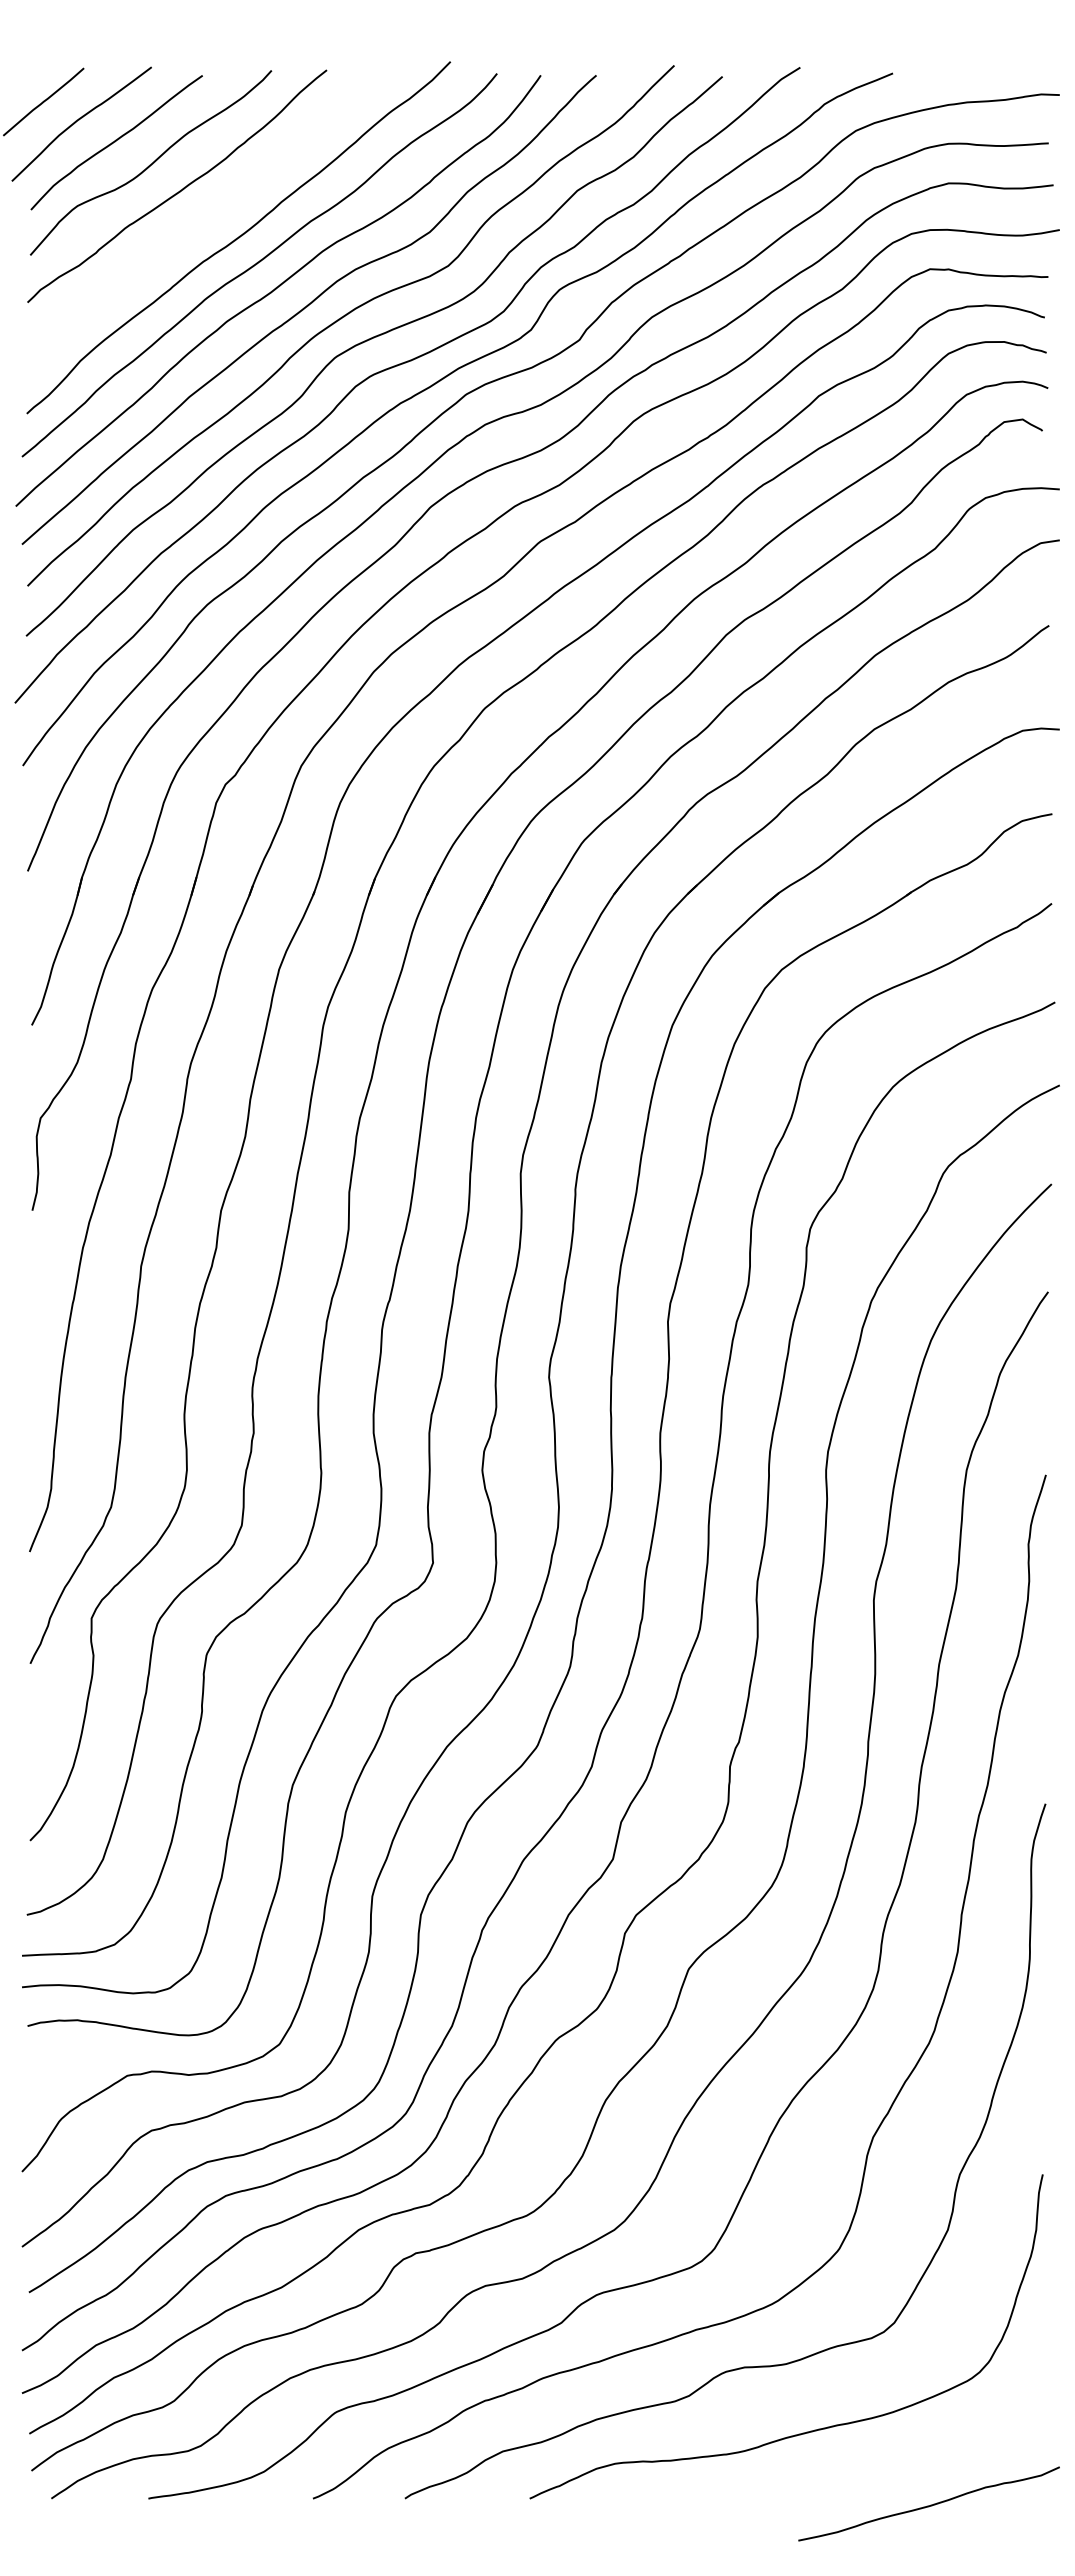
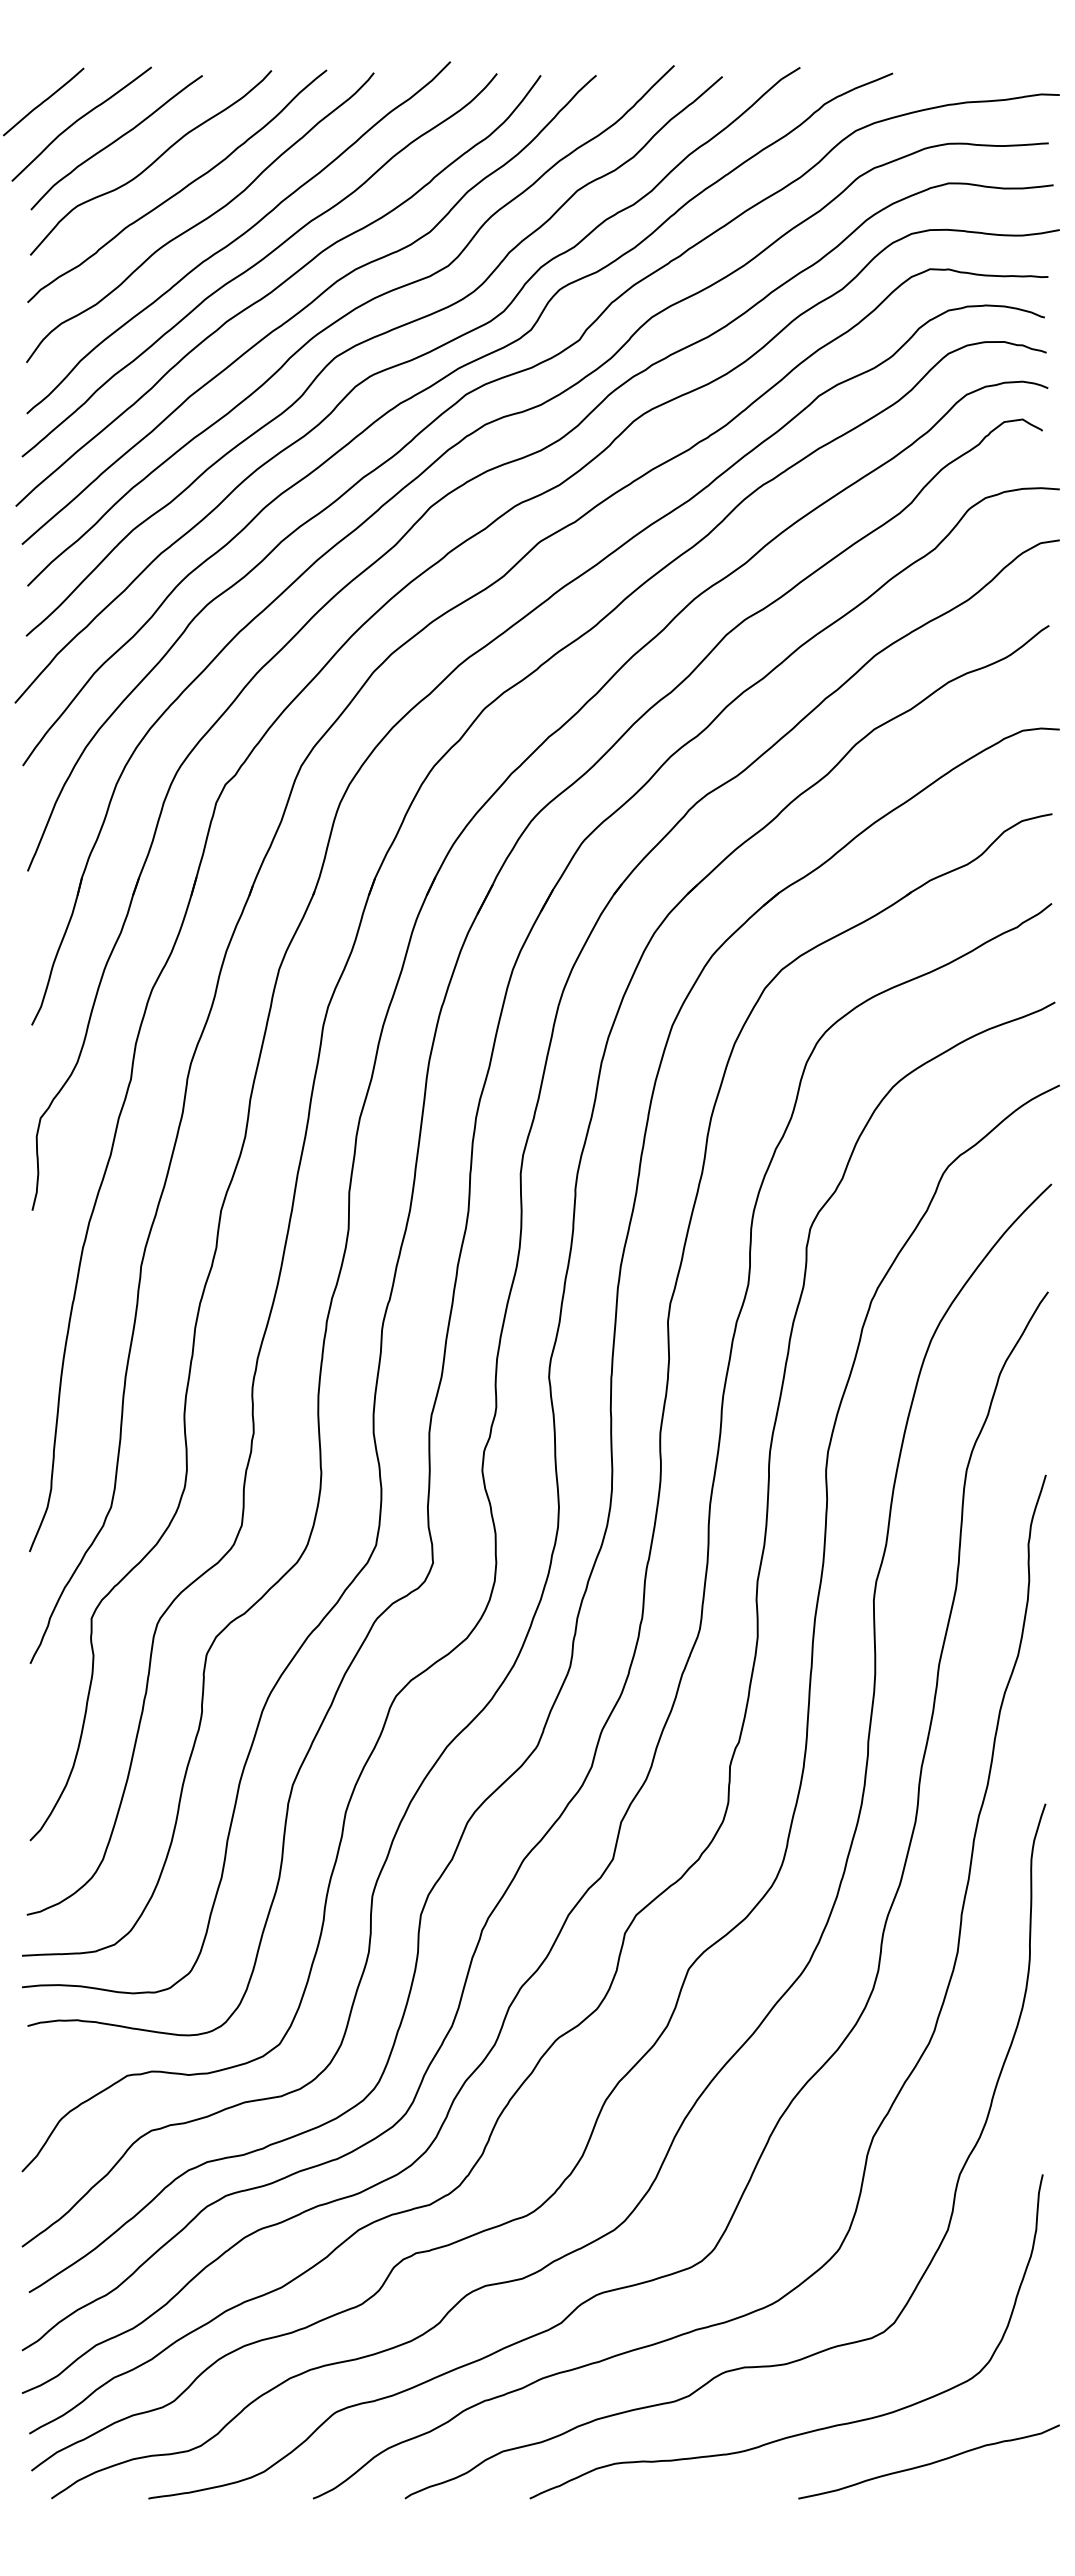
curve at (201, 220): none -> present
curve at (928, 2505) position: (928, 2505) -> (928, 2463)
